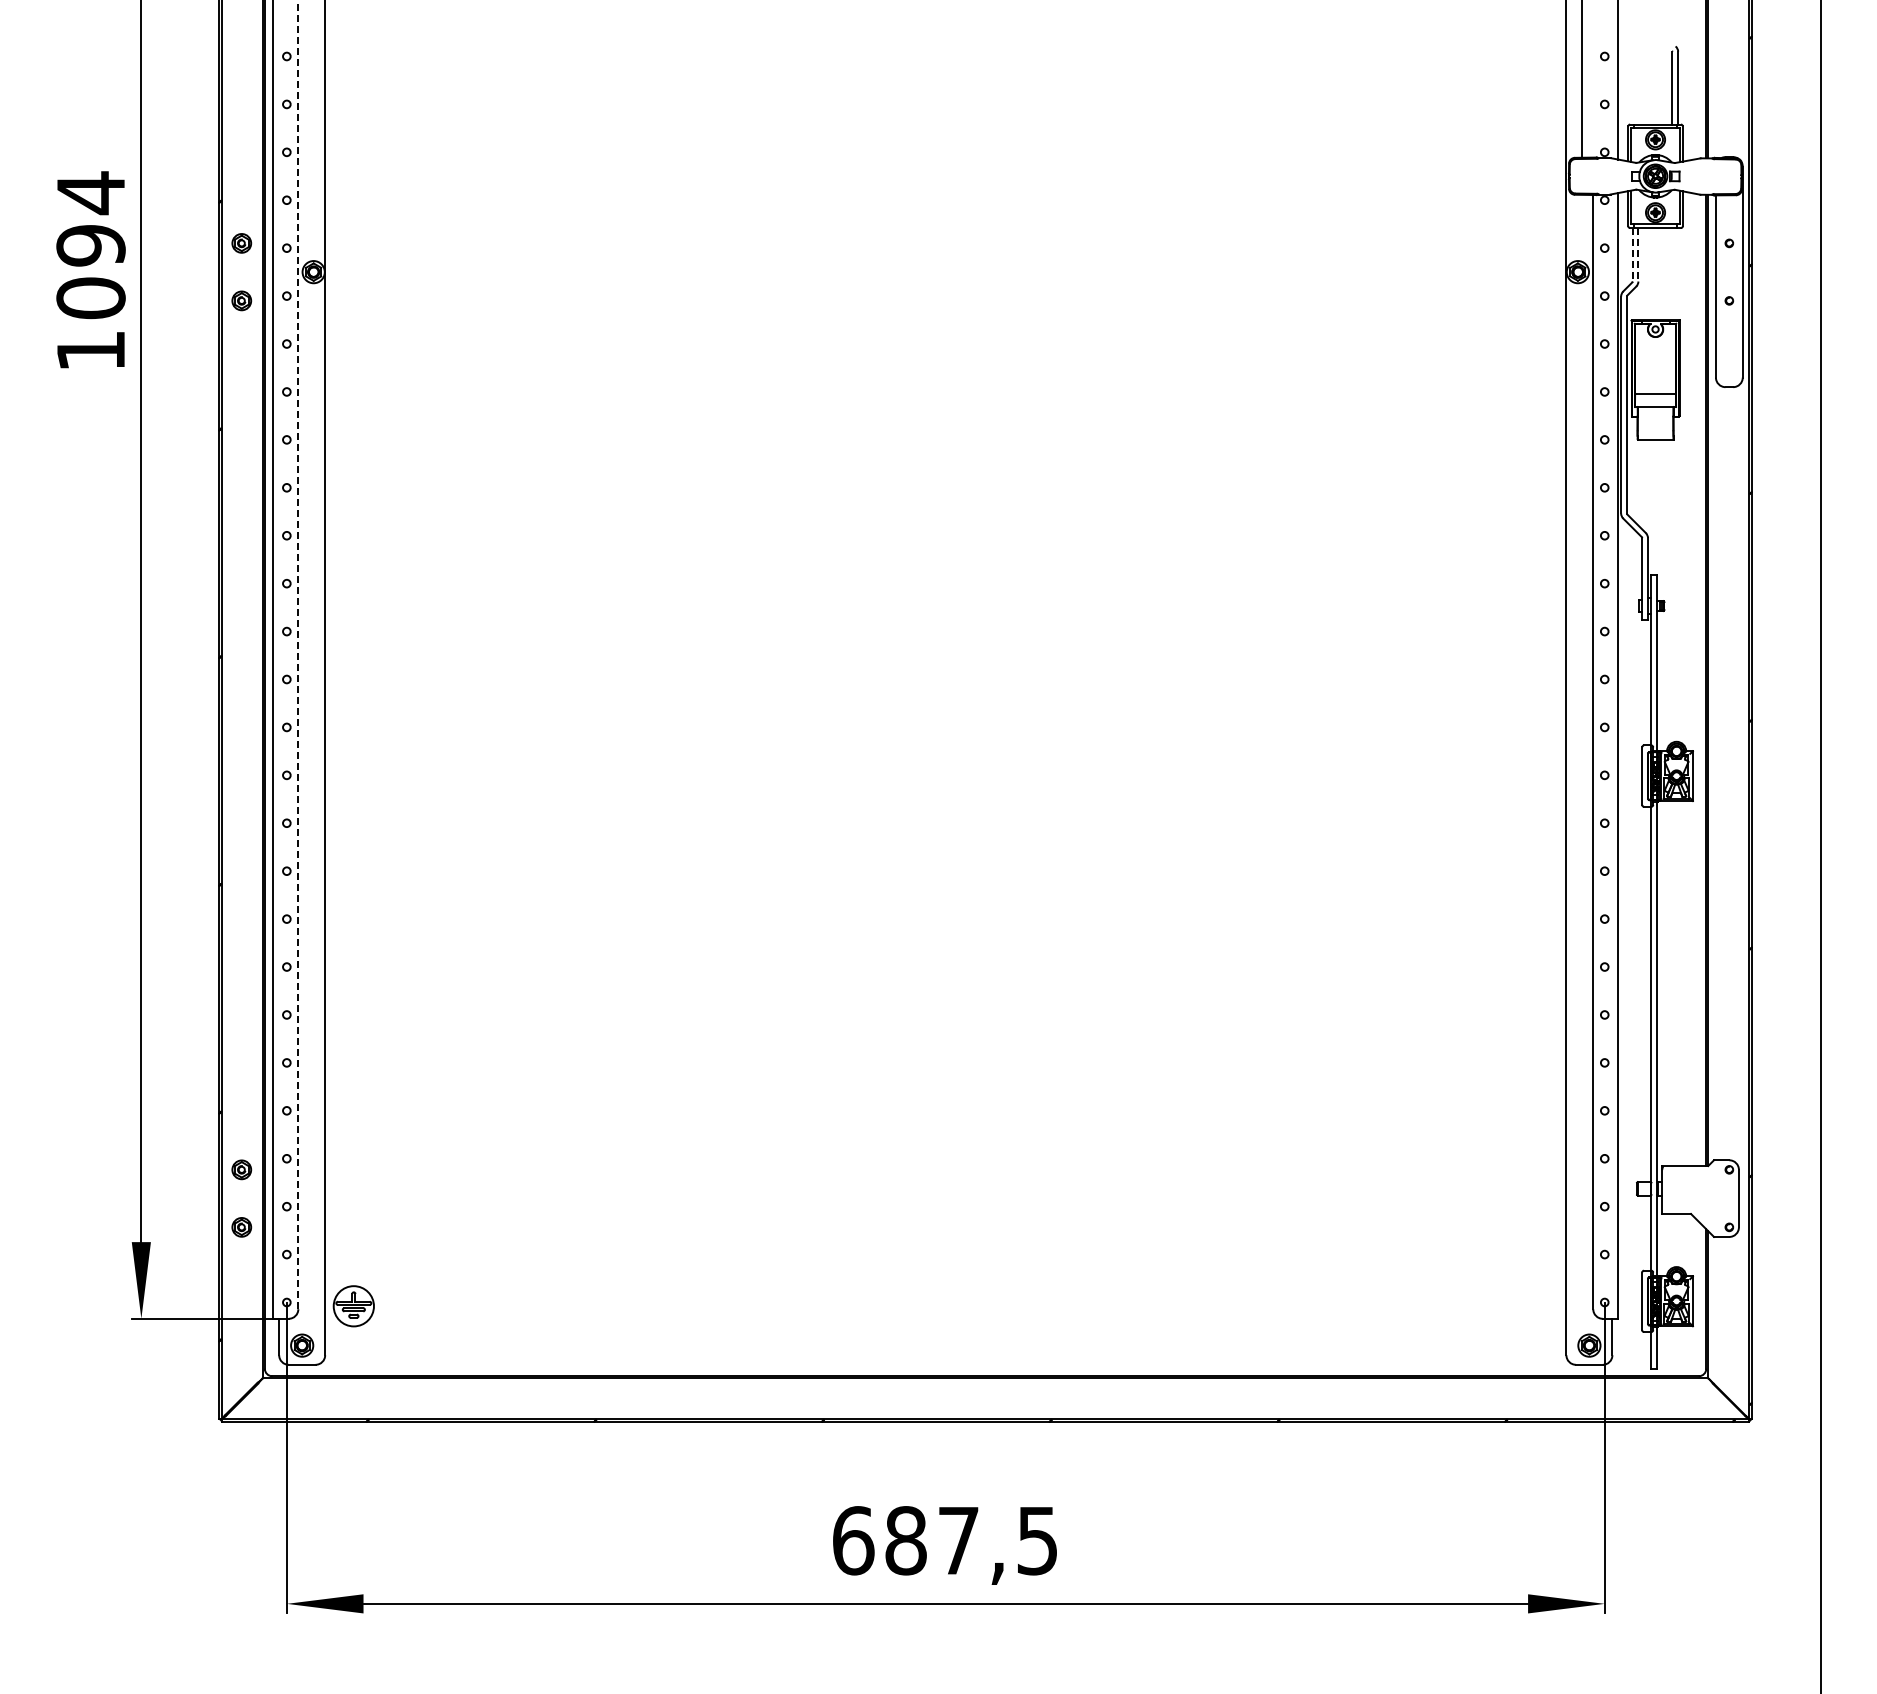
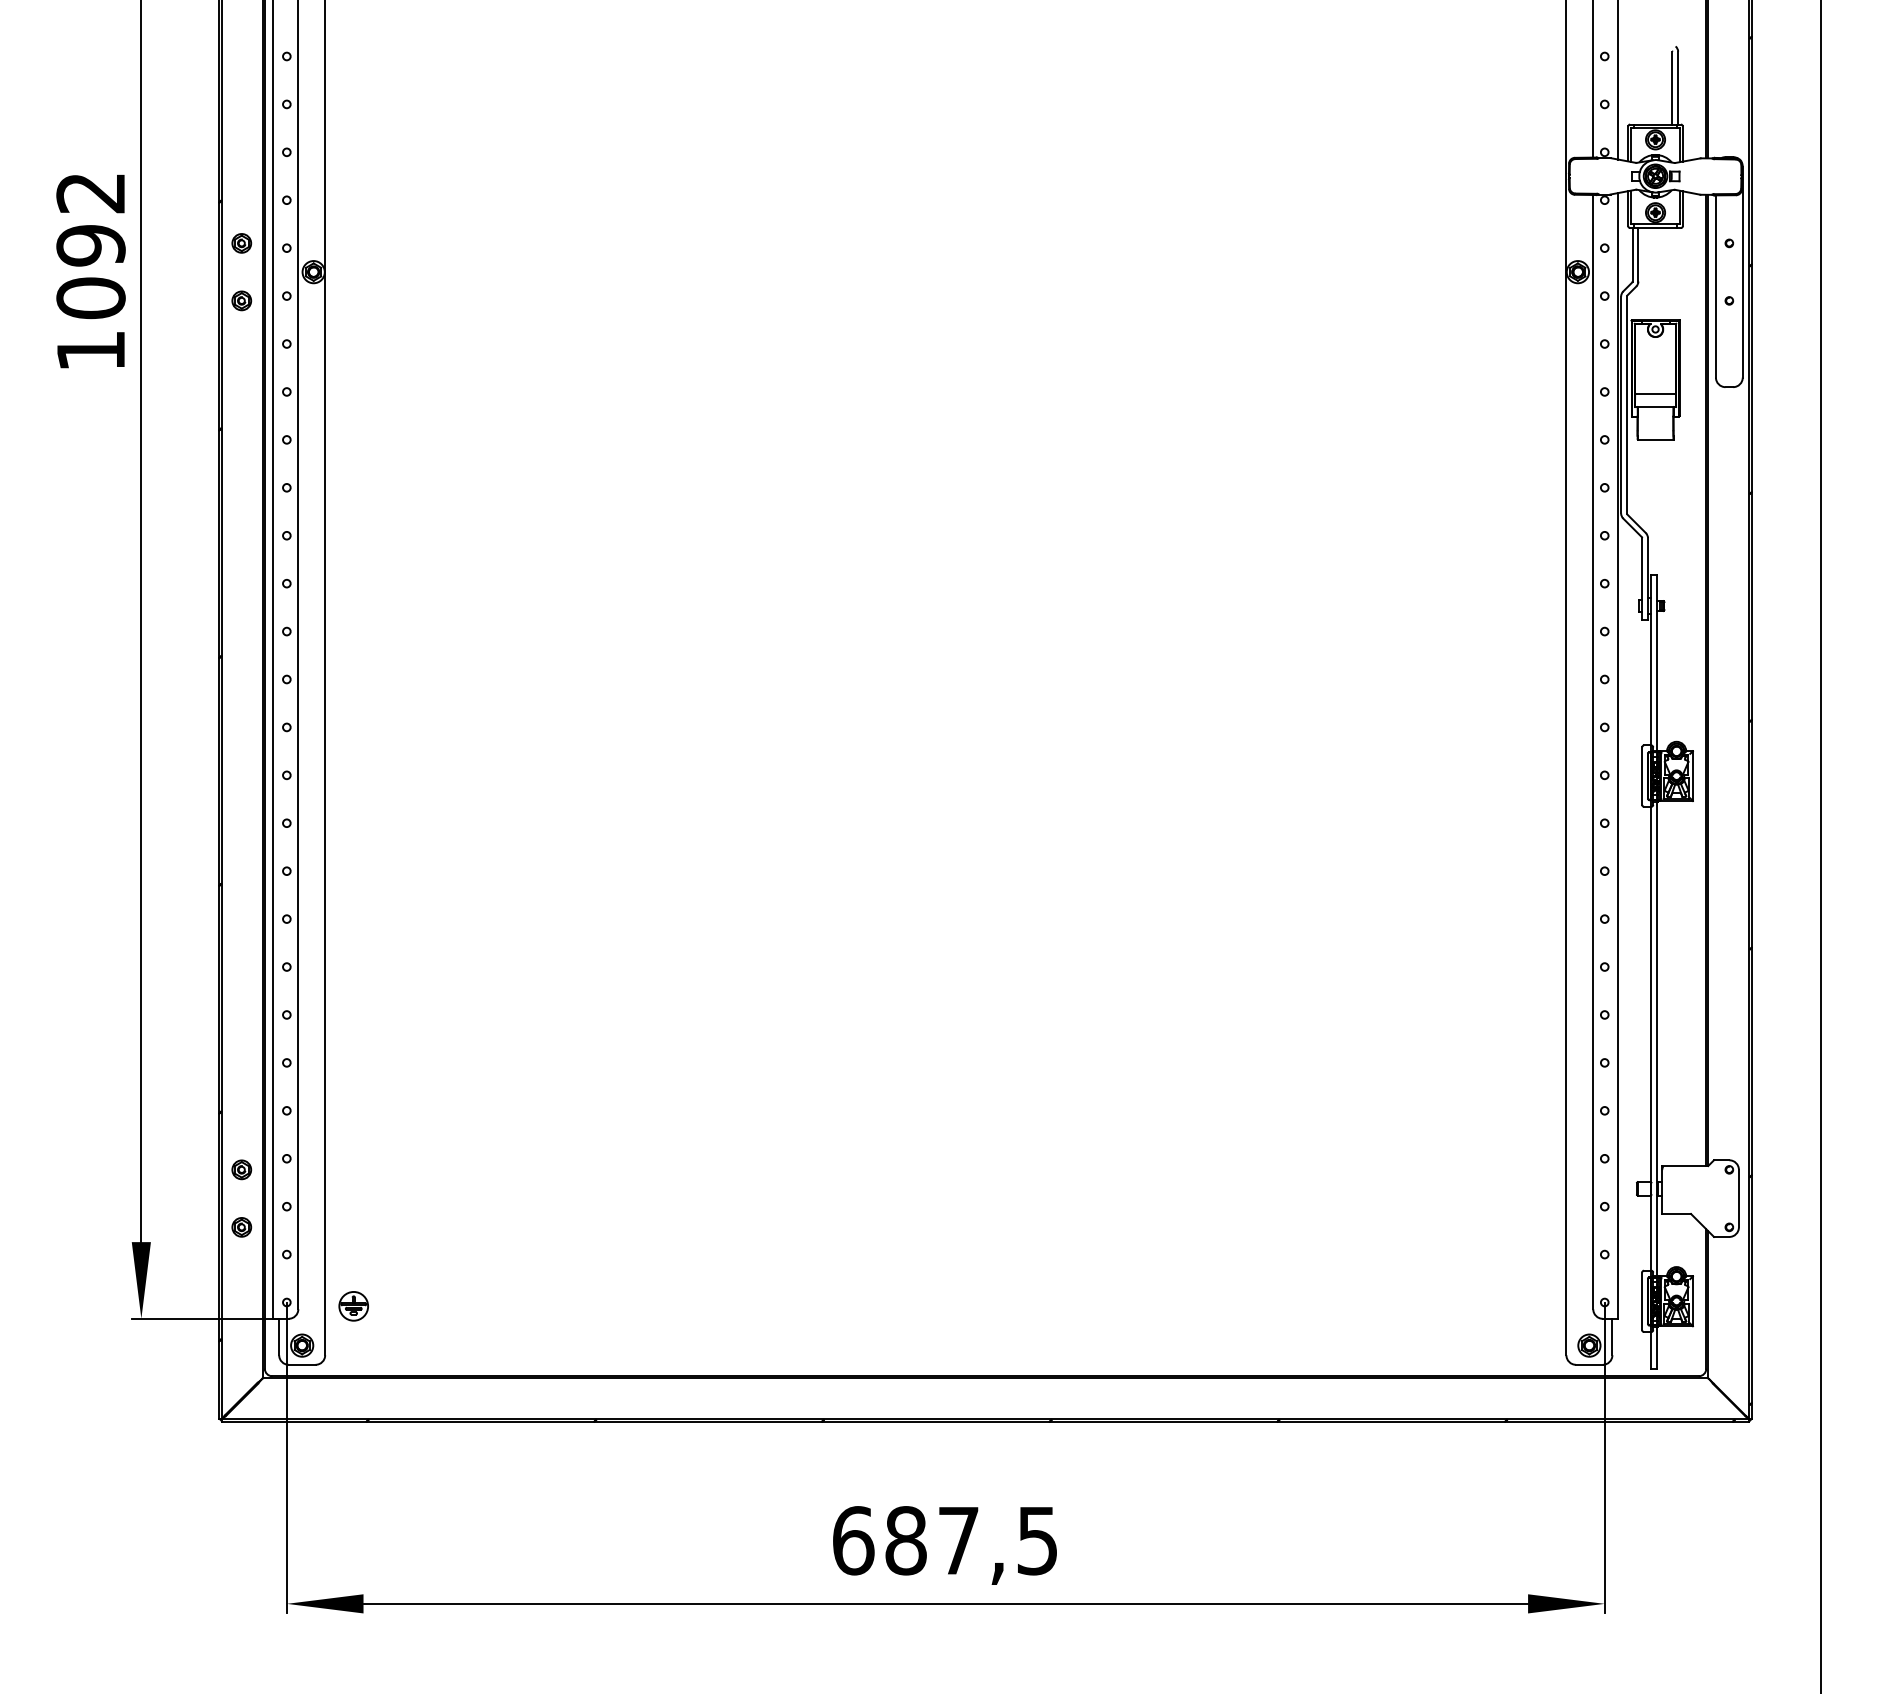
line at (1582, 79) position: (1582, 79) -> (1593, 79)
text at (90, 193): 1094 -> 1092
line at (1632, 254): dashed -> solid
line at (1638, 254): dashed -> solid
line at (298, 654): dashed -> solid
part at (353, 1306) size: 43x43 px -> 31x31 px
